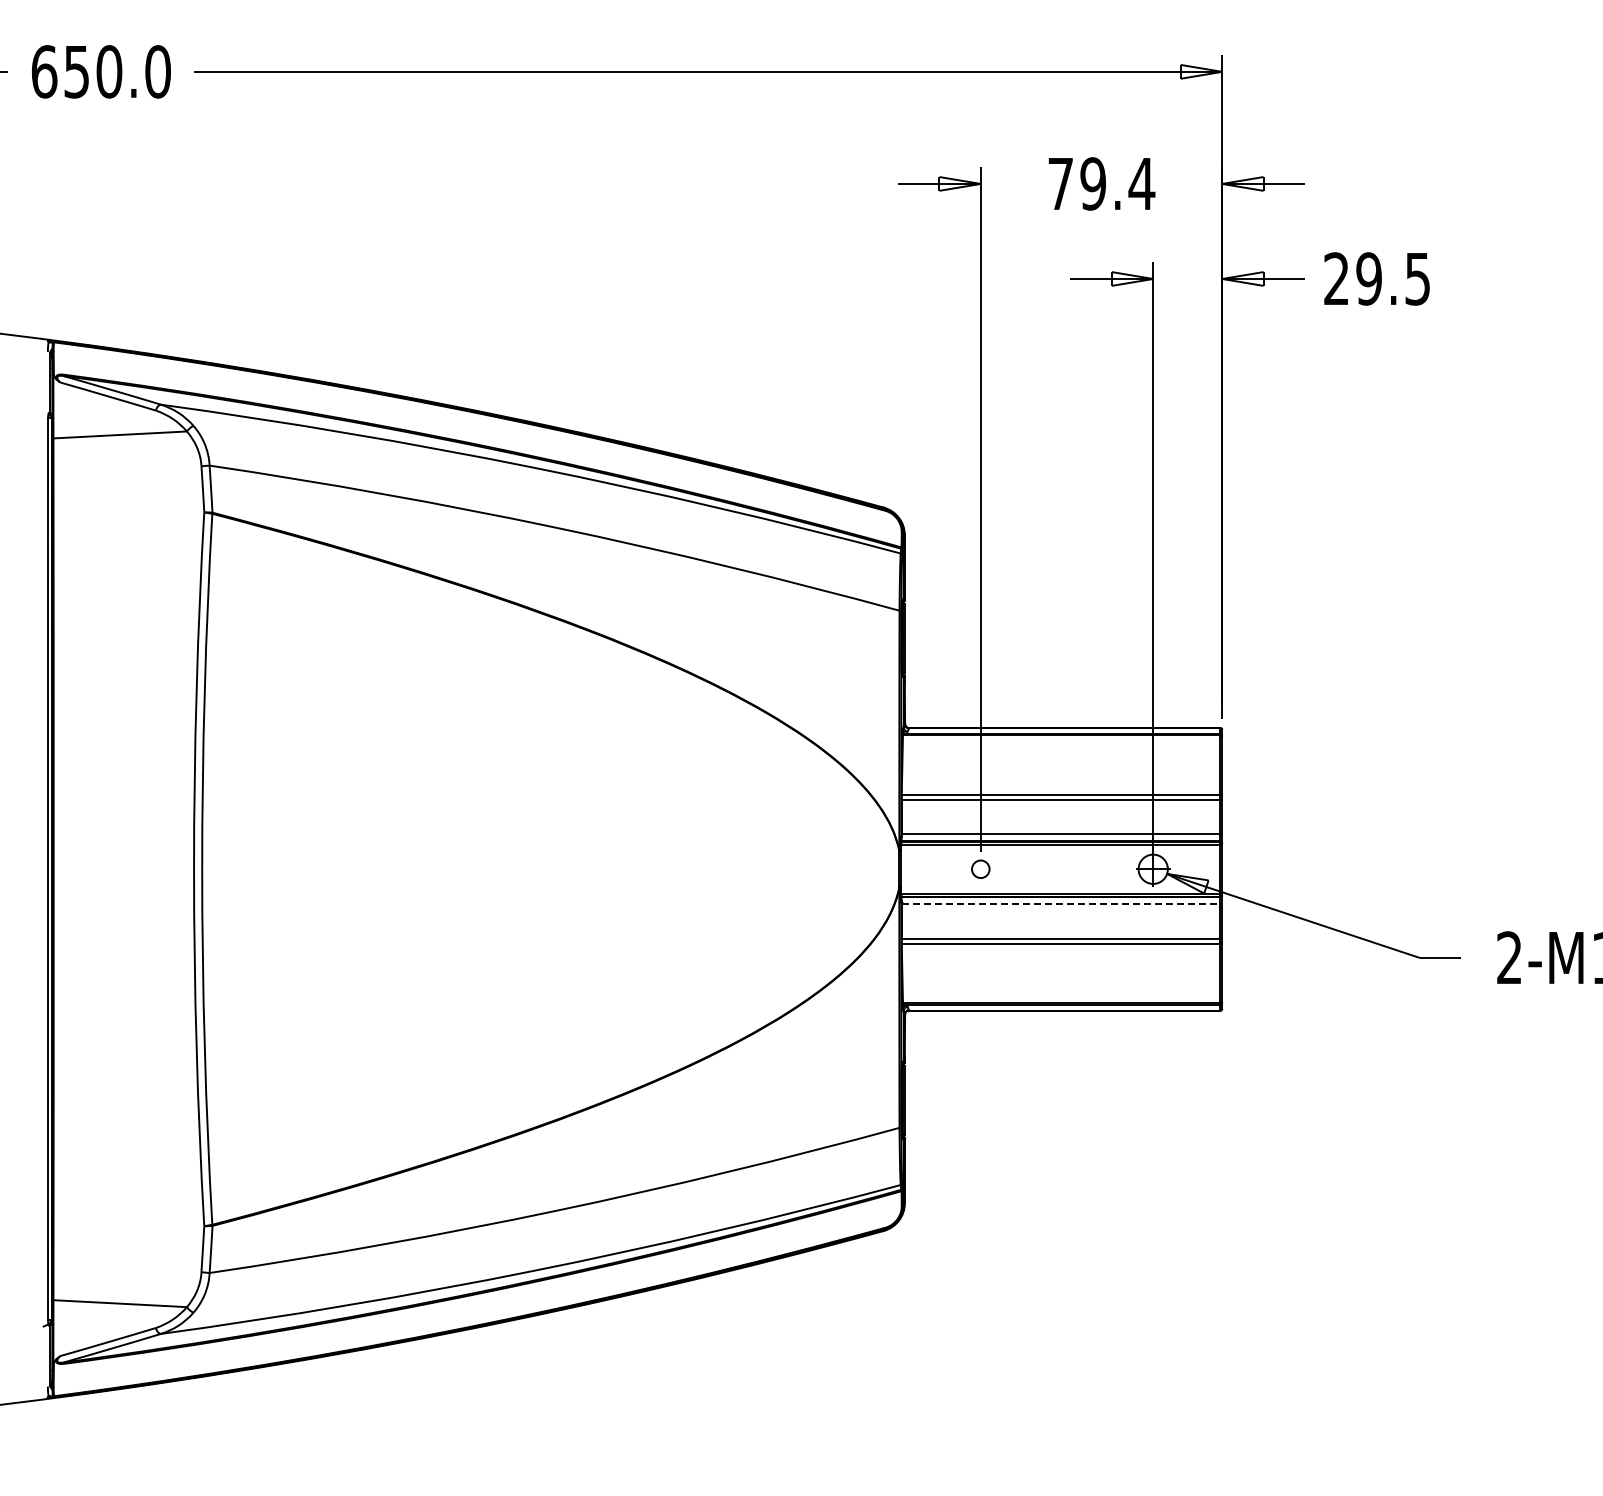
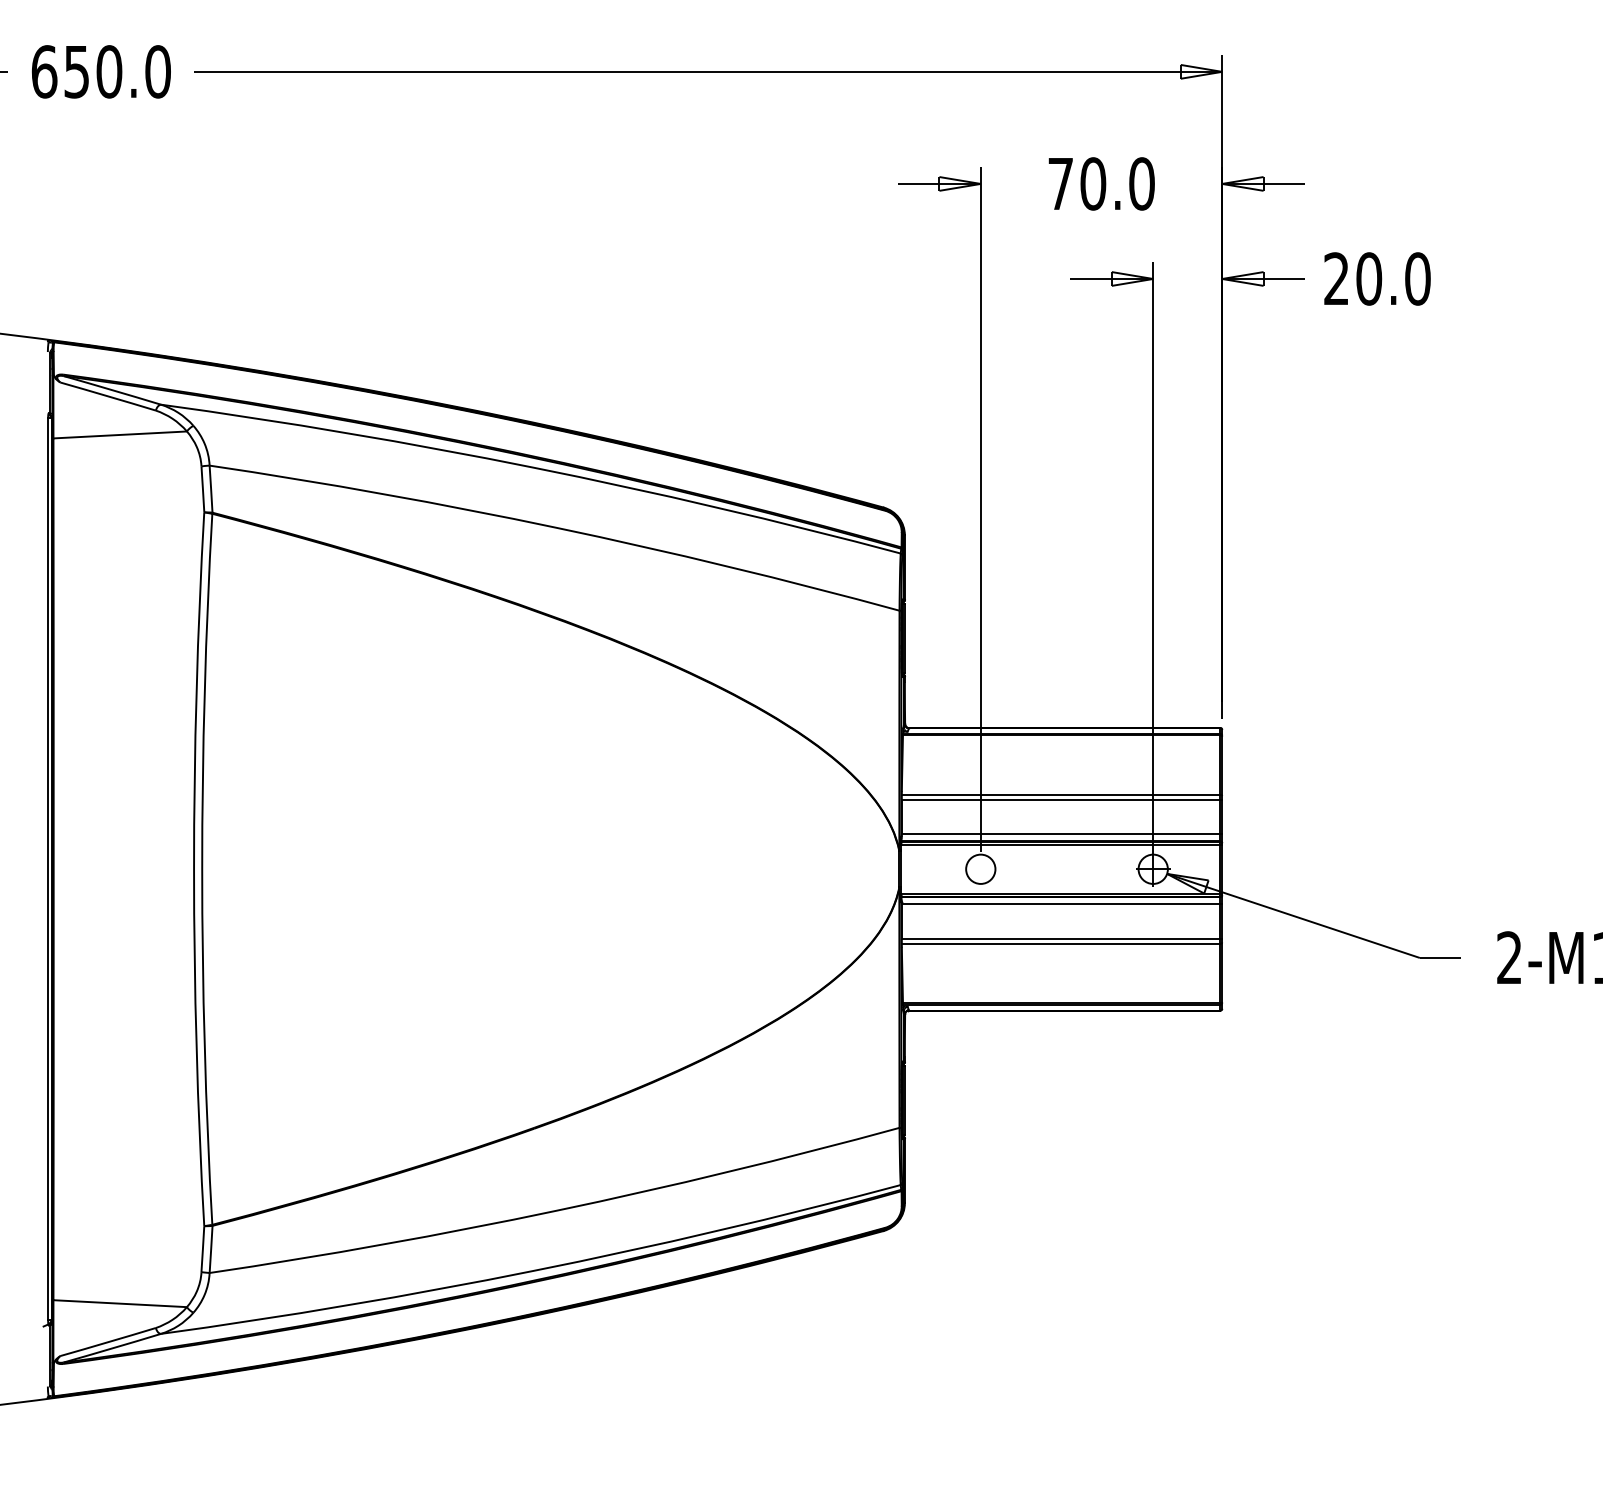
text at (1117, 183): 79.4 -> 70.0
text at (1393, 278): 29.5 -> 20.0
circle at (980, 869) diameter: 18 px -> 29 px
line at (1062, 904): dashed -> solid
